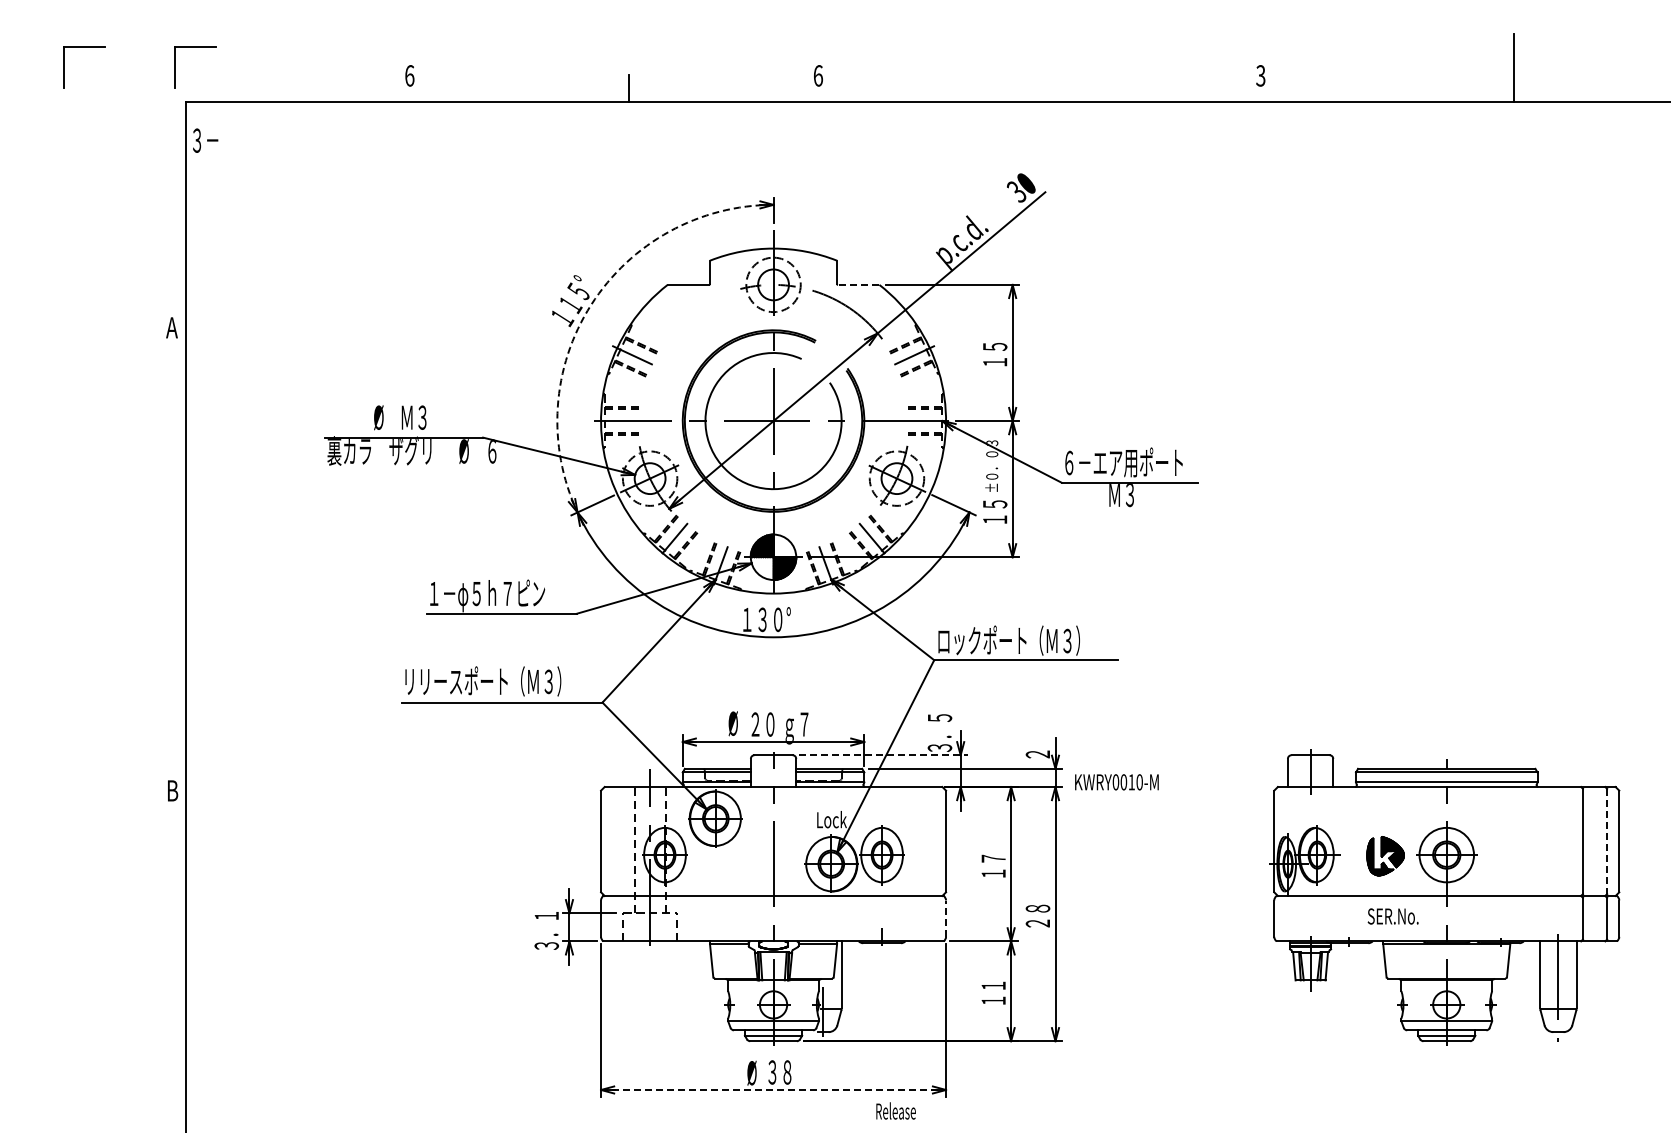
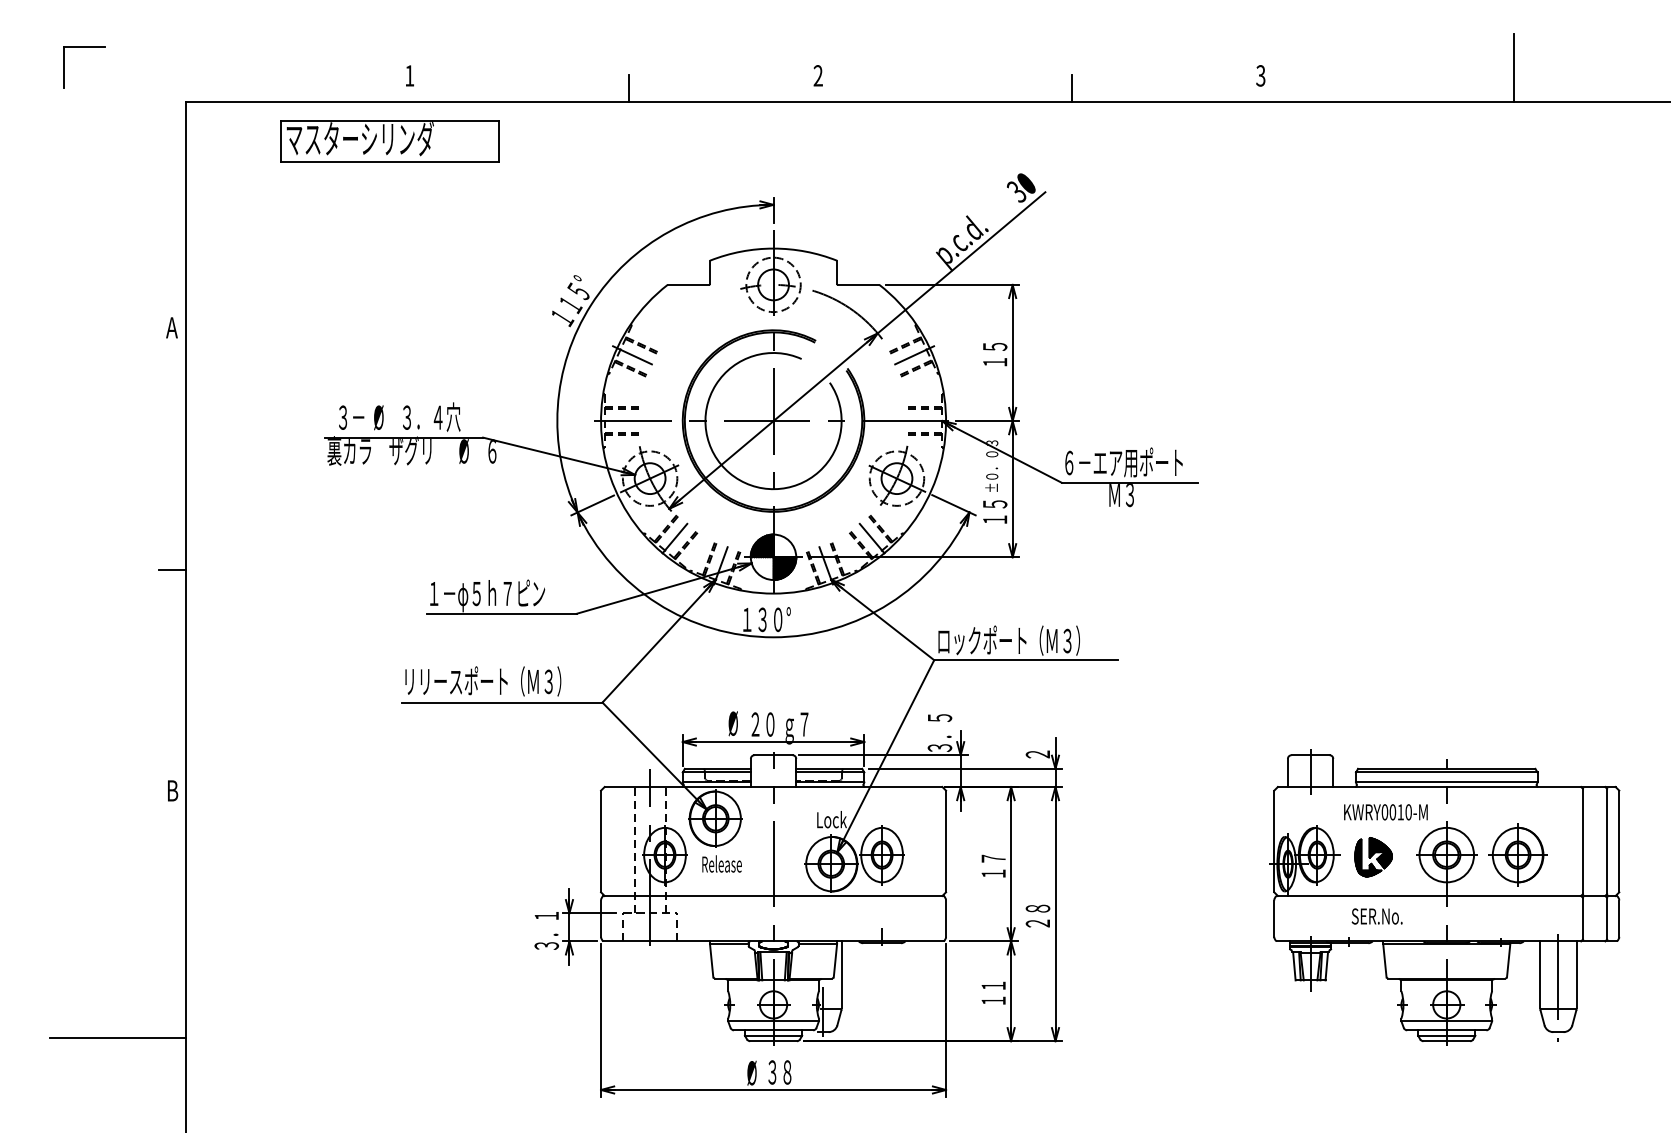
part at (195, 47): present -> none
text at (409, 75): 6 -> 1
text at (817, 75): 6 -> 2
line at (1071, 87): none -> present
text at (205, 140) position: (205, 140) -> (351, 417)
part at (389, 141): none -> present
line at (858, 284): dashed -> solid
arc at (591, 304): dashed -> solid
text at (430, 416): Ｍ３ -> ３．４穴
line at (172, 570): none -> present
line at (883, 755): dashed -> solid
text at (1116, 782) position: (1116, 782) -> (1385, 812)
line at (1607, 841): dashed -> solid
part at (1517, 854): none -> present
part at (1385, 856) position: (1385, 856) -> (1373, 857)
text at (1392, 916) position: (1392, 916) -> (1376, 916)
line at (946, 918): dashed -> solid
line at (118, 1038): none -> present
line at (773, 1089): dashed -> solid
text at (895, 1110) position: (895, 1110) -> (721, 863)
